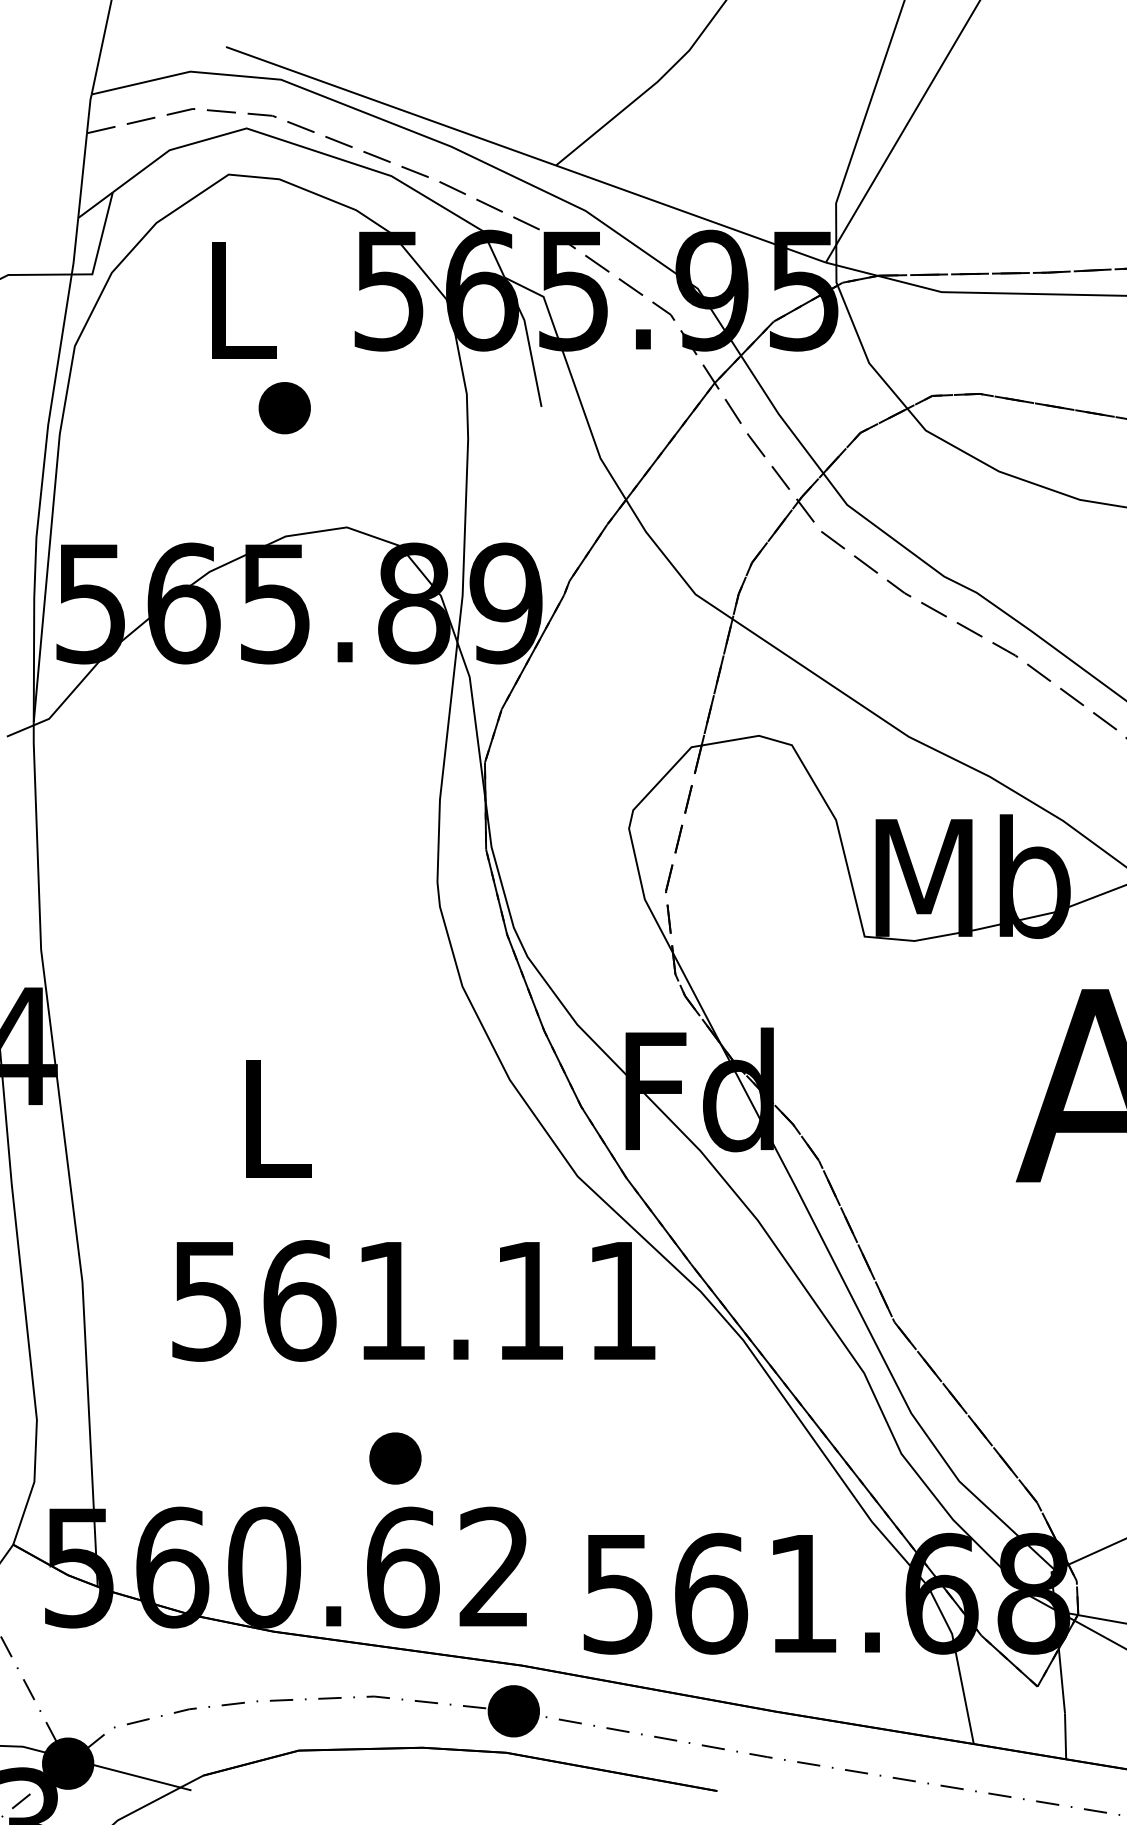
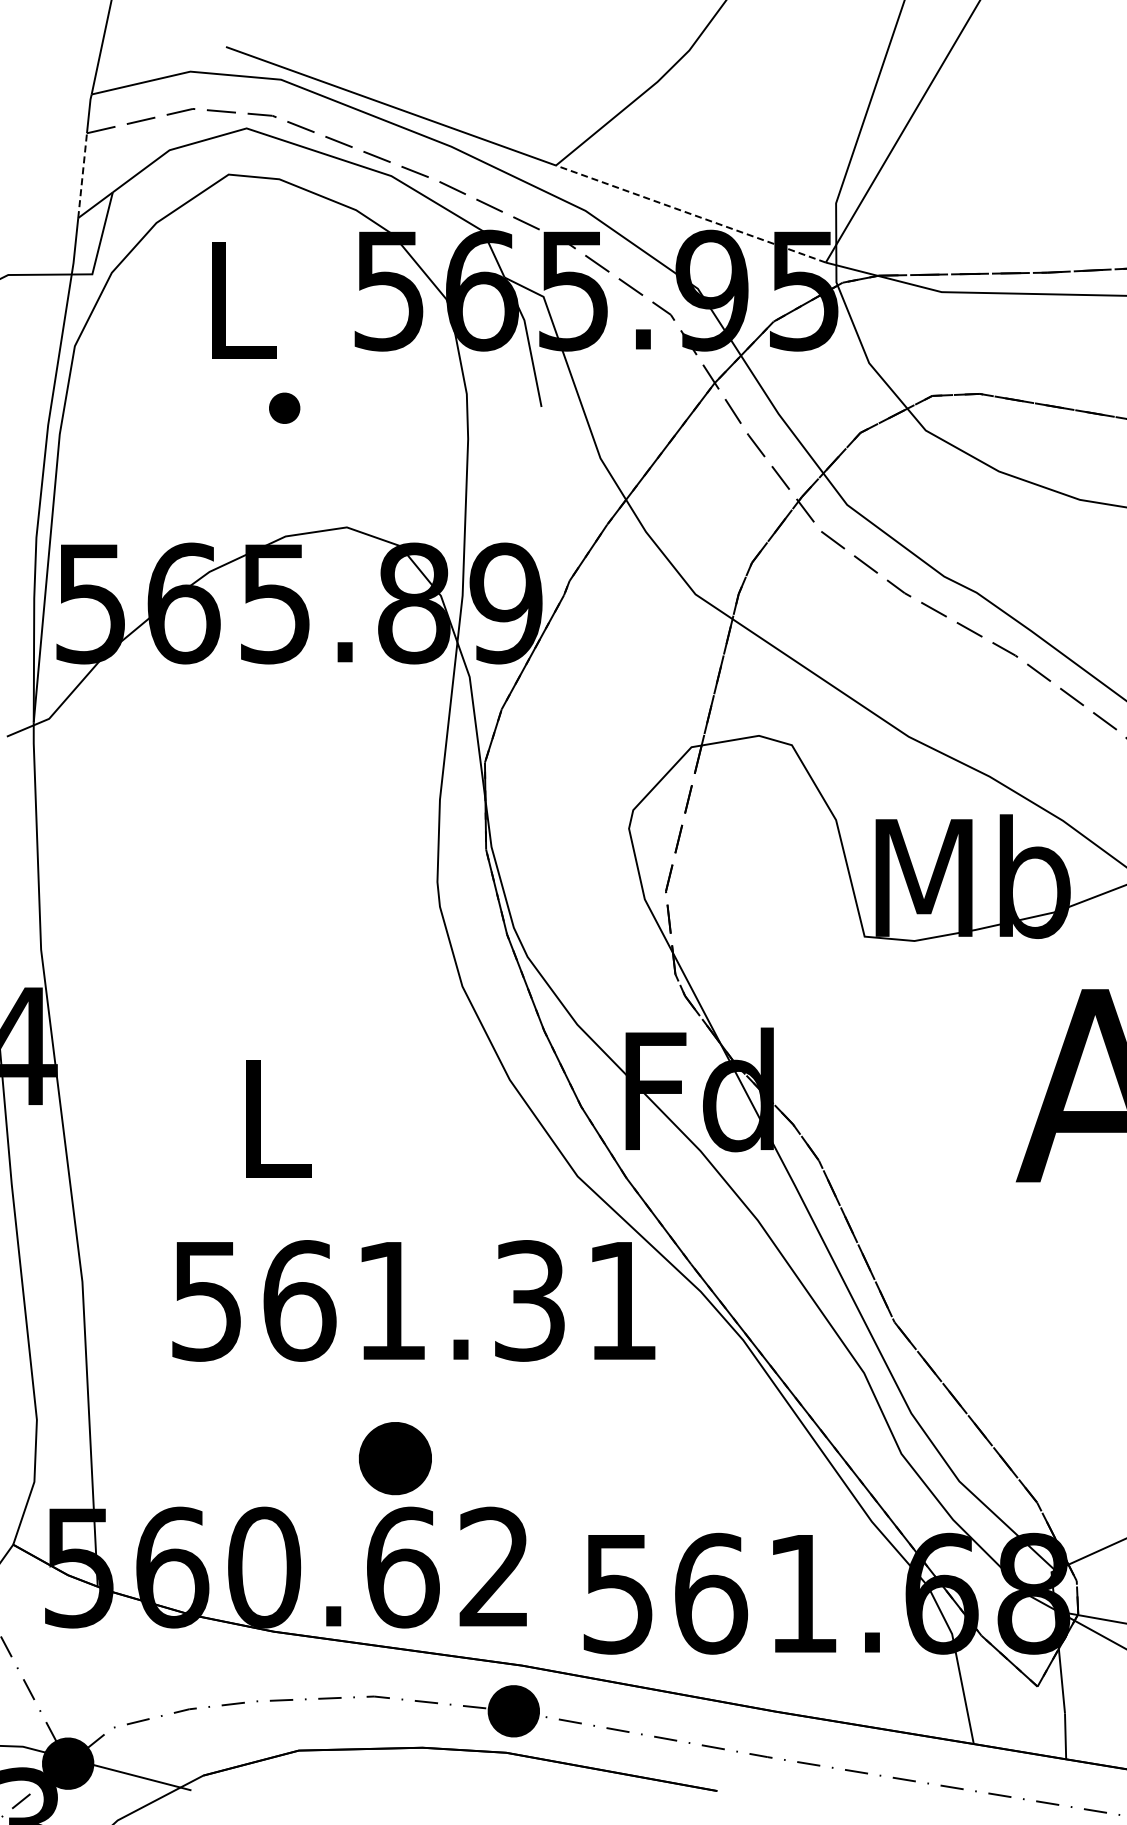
line at (82, 175): solid -> dashed
line at (690, 213): solid -> dashed
part at (284, 408) size: 53x53 px -> 32x32 px
text at (529, 1300): 561.11 -> 561.31
part at (395, 1458) size: 53x53 px -> 73x74 px
